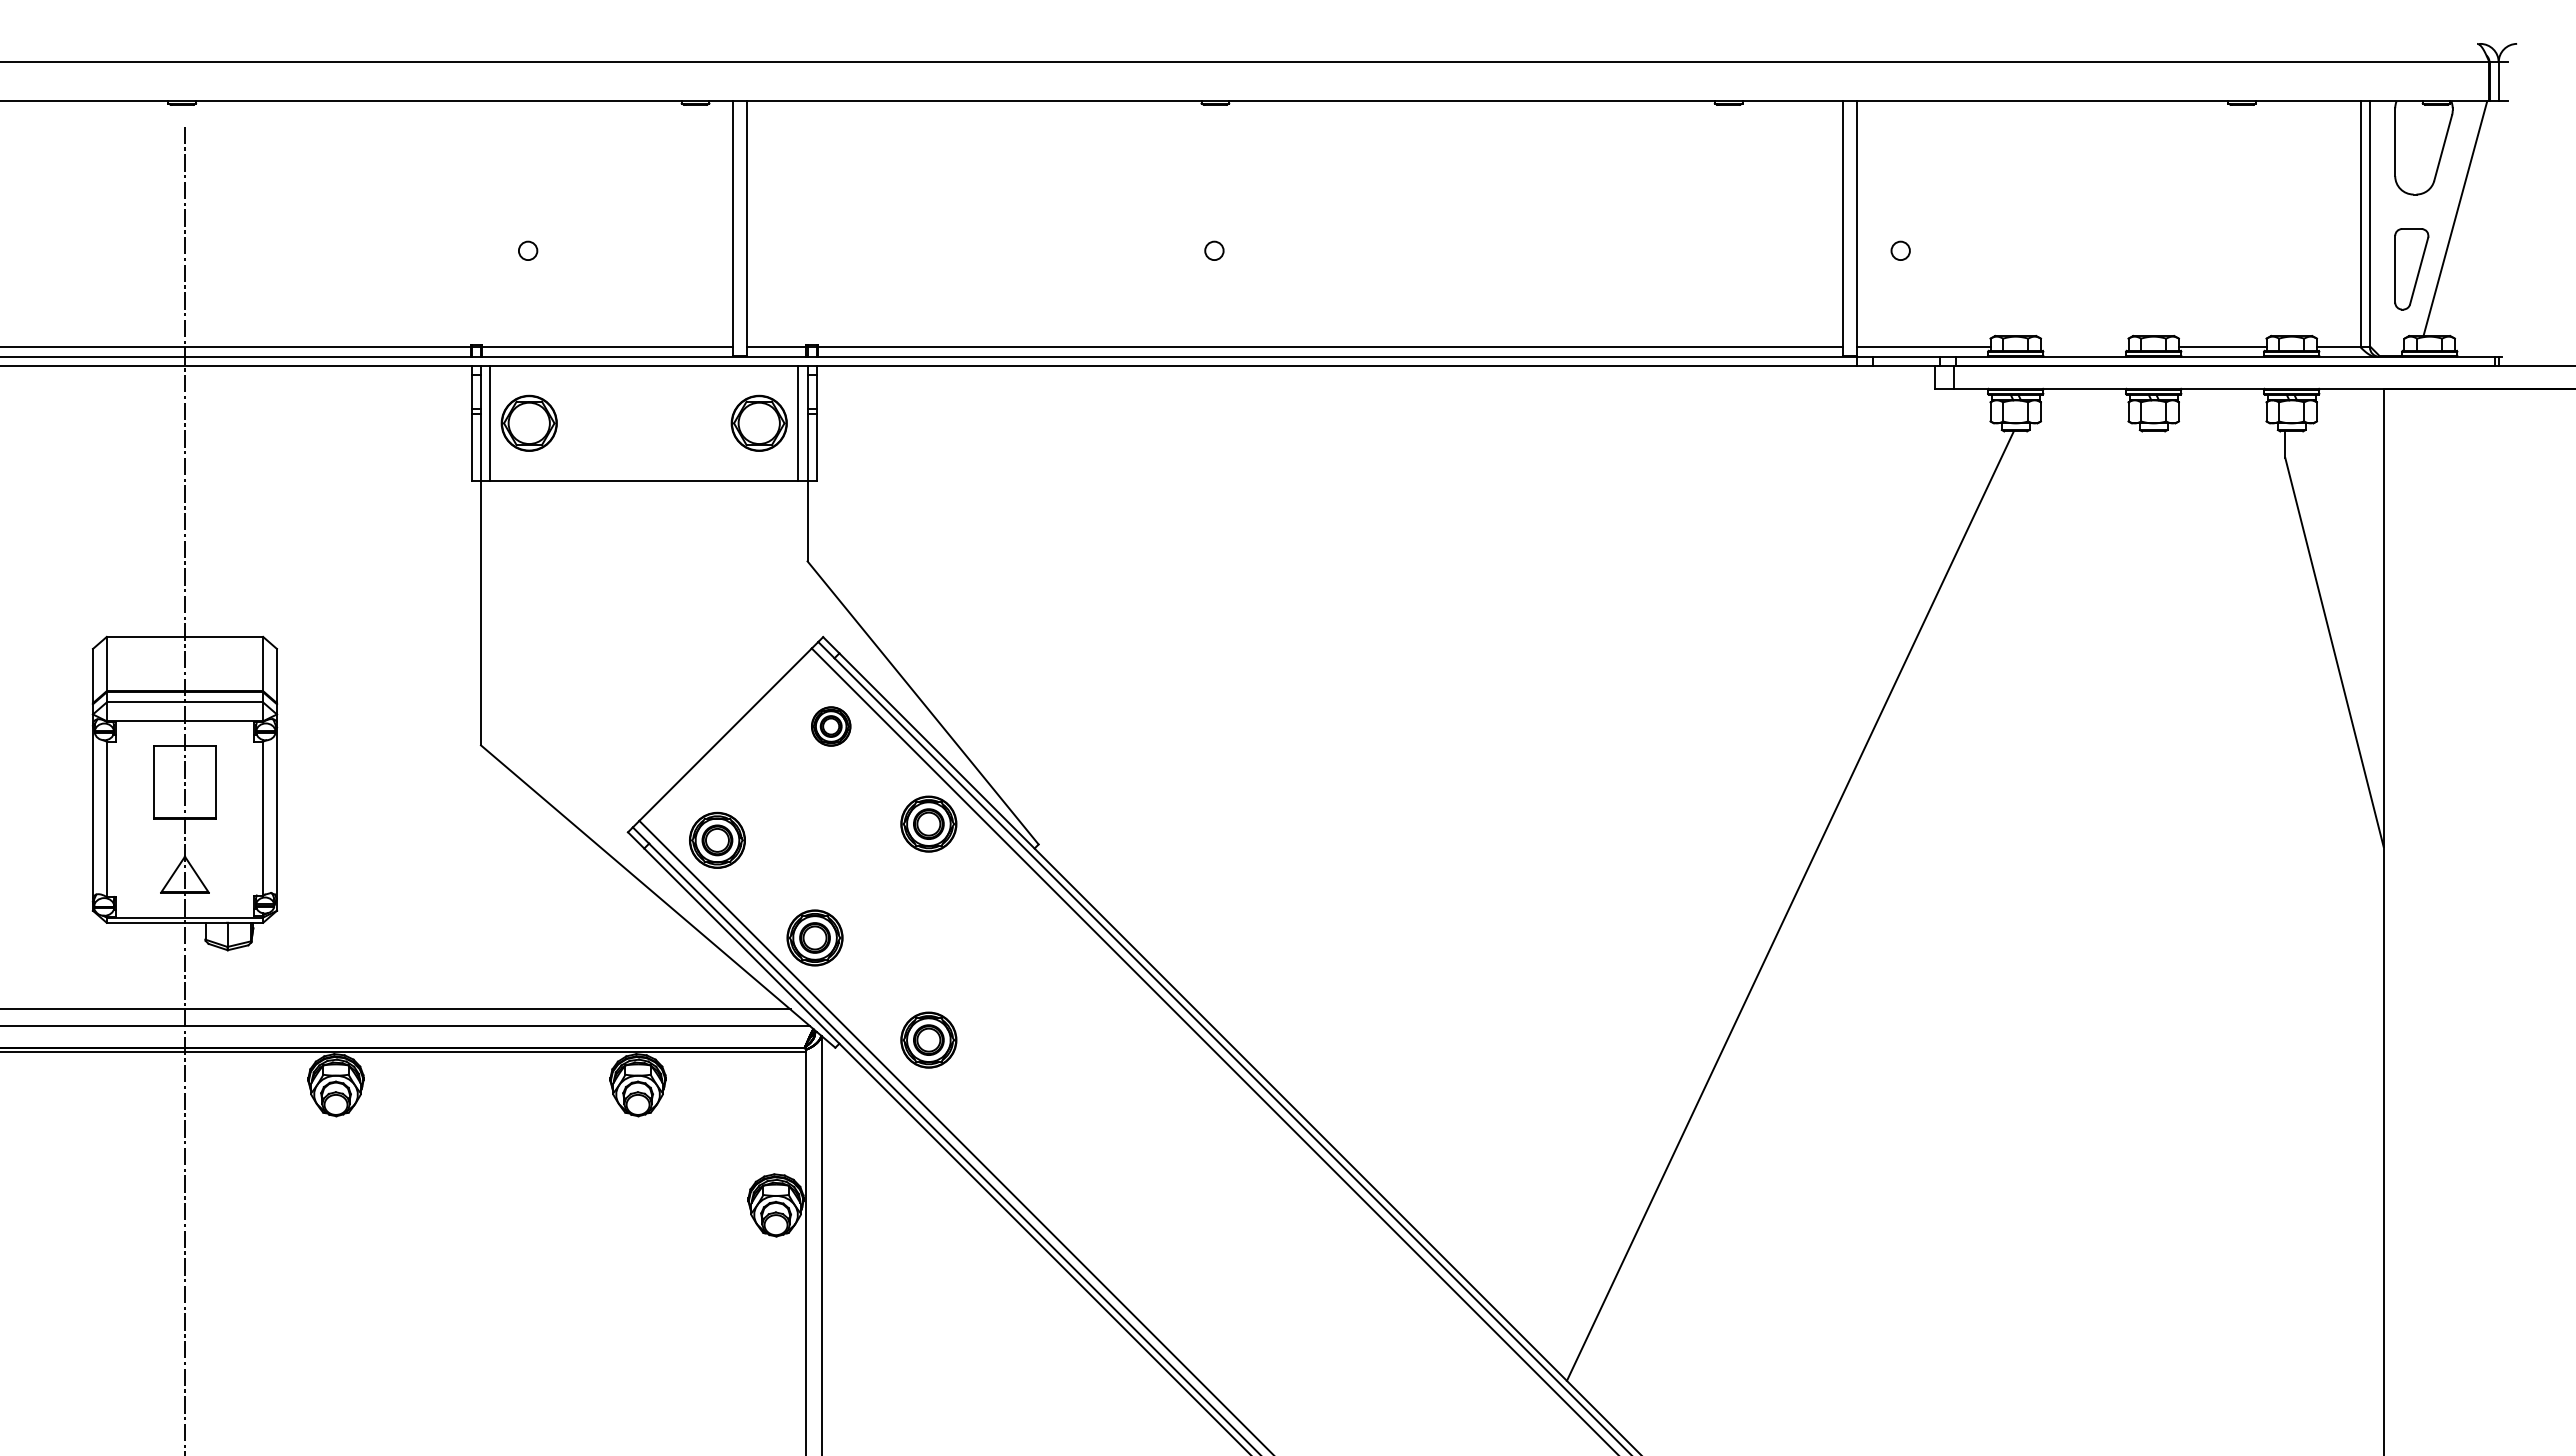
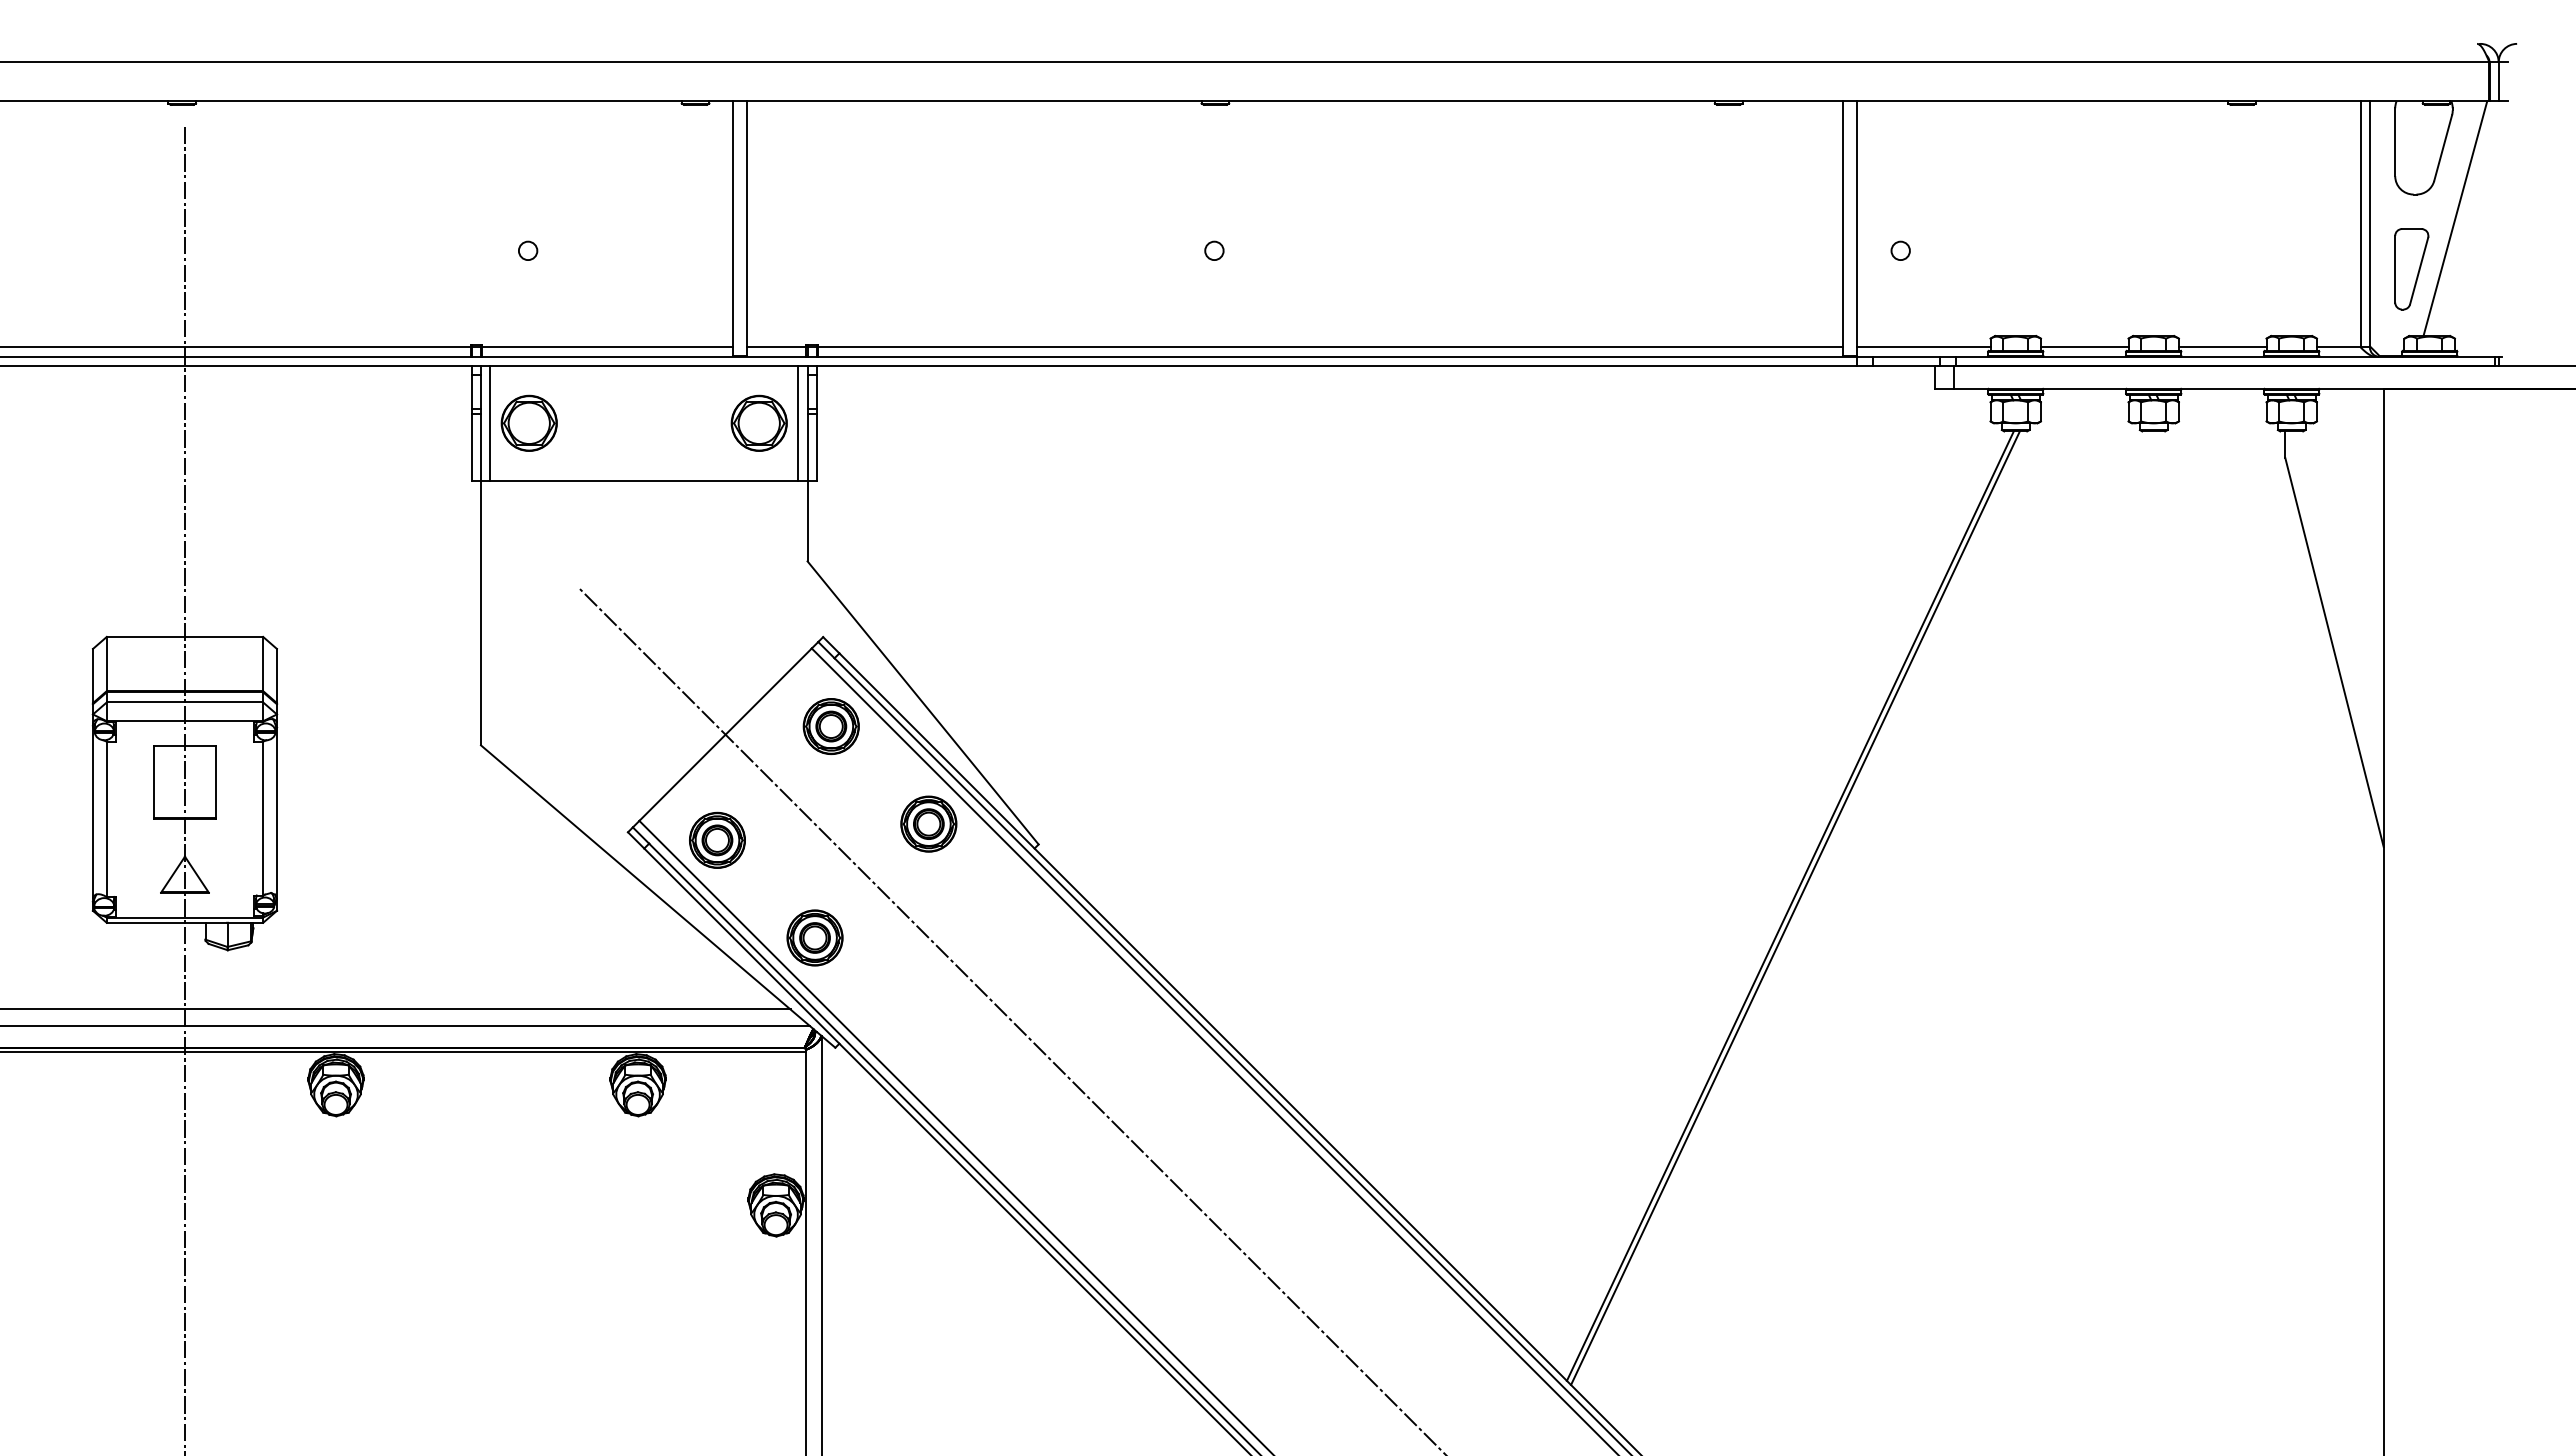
line at (2084, 347): none -> present
part at (831, 726) size: 41x41 px -> 58x57 px
line at (1795, 908): none -> present
line at (1011, 1020): none -> present
part at (928, 1039): present -> none
